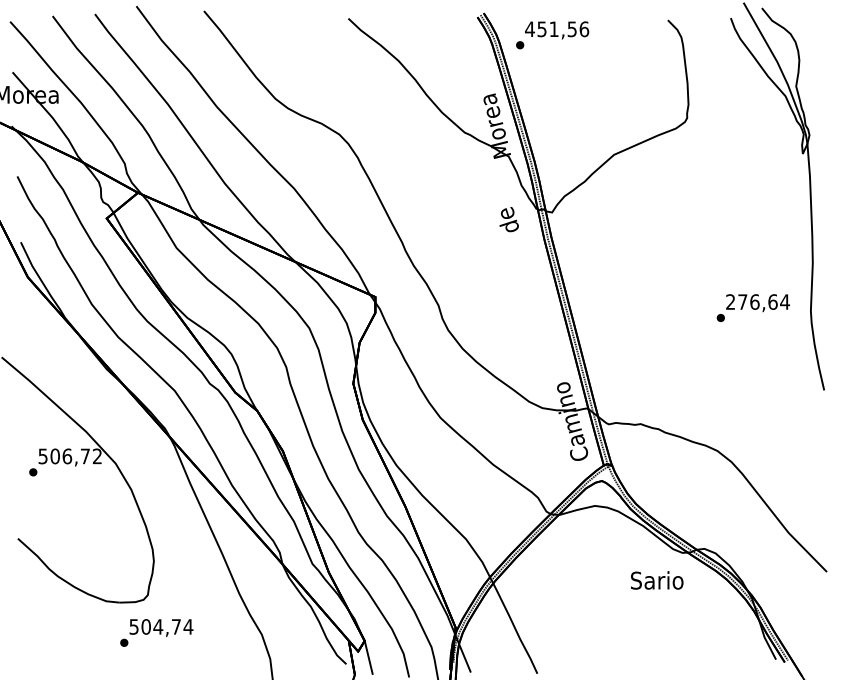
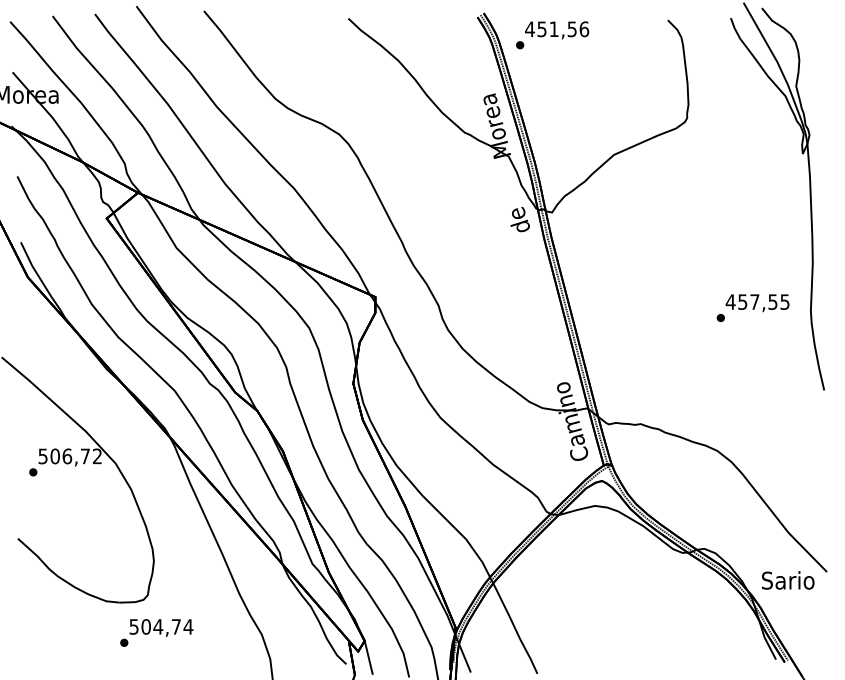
text at (508, 219) position: (508, 219) -> (519, 219)
text at (757, 301): 276,64 -> 457,55
text at (657, 580) position: (657, 580) -> (788, 580)
